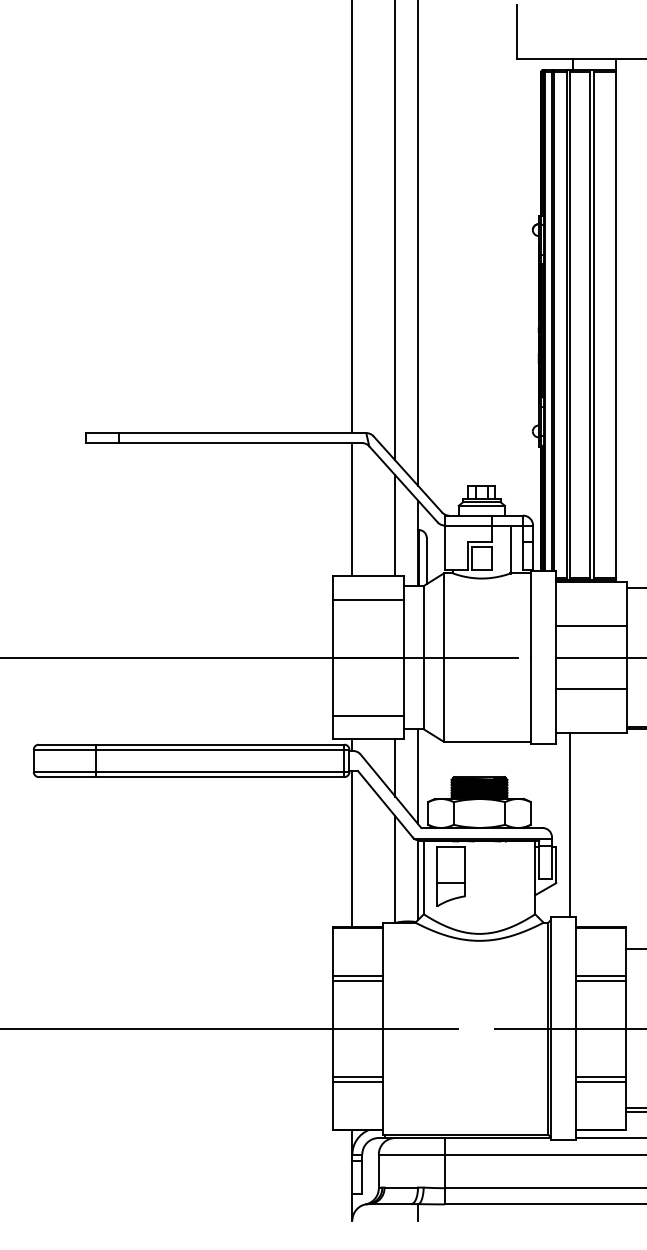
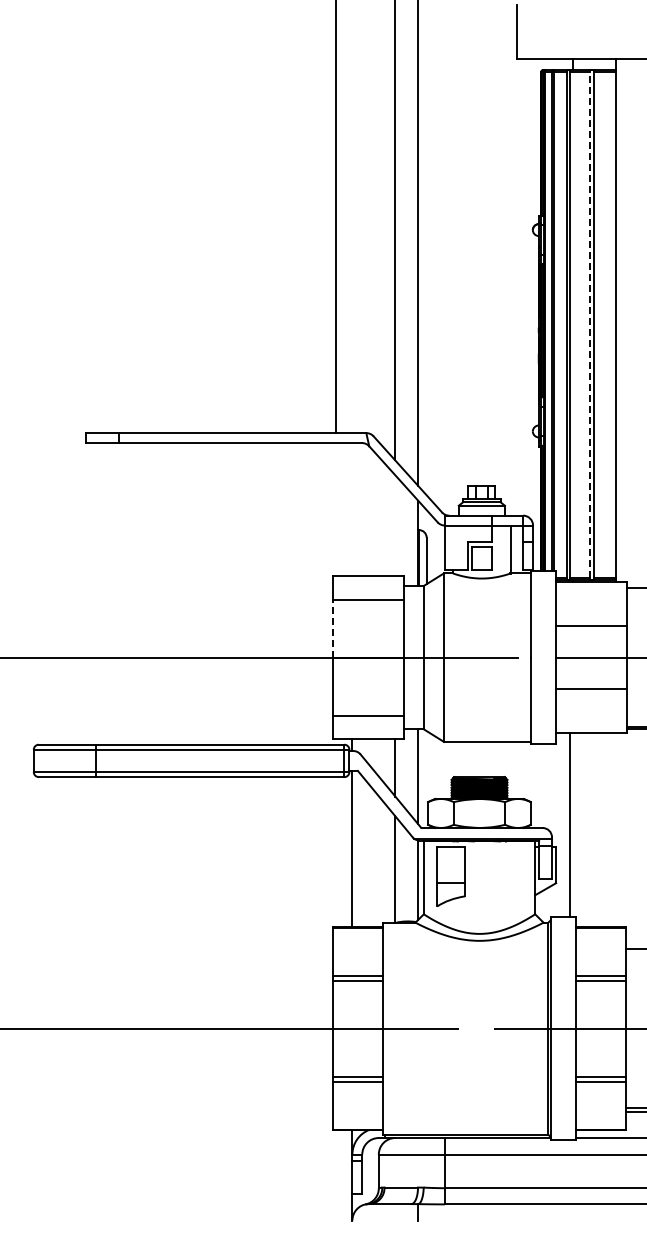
line at (352, 217) position: (352, 217) -> (336, 217)
line at (589, 324): solid -> dashed
line at (352, 509): present -> none
line at (395, 525): present -> none
line at (333, 628): solid -> dashed
